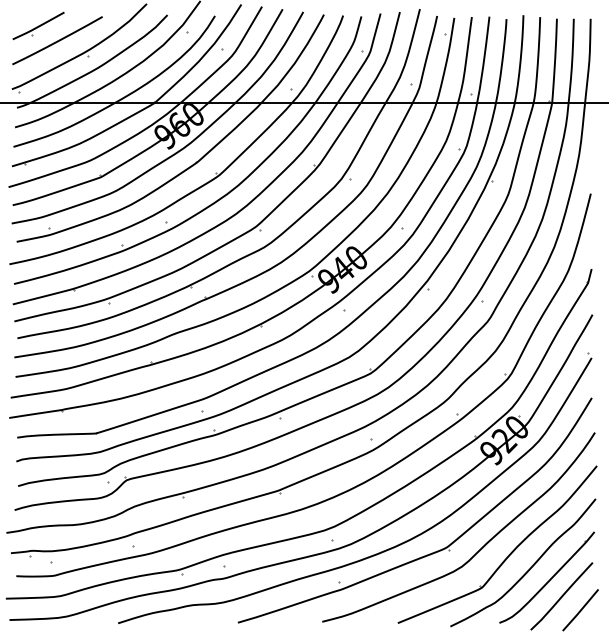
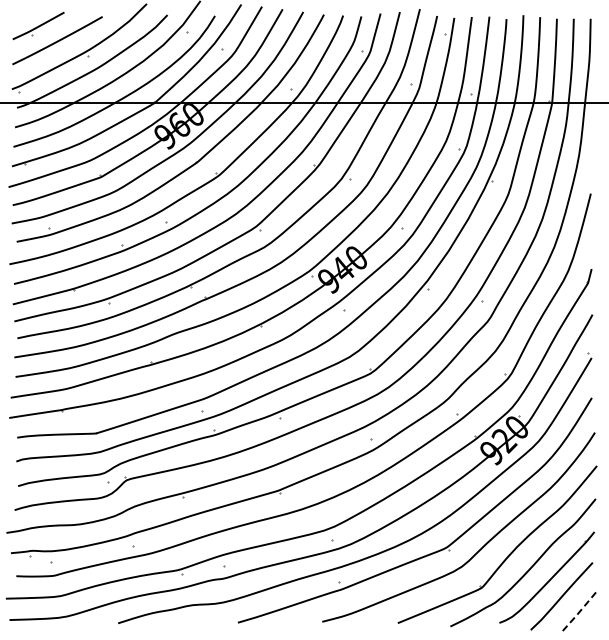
line at (580, 610): solid -> dashed
